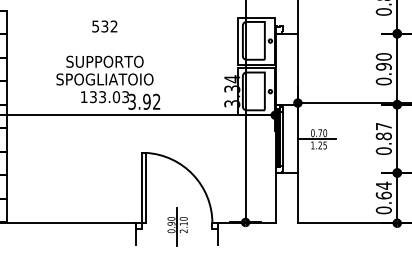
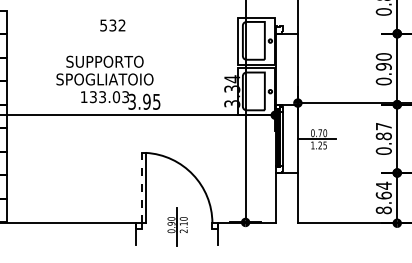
text at (104, 26) position: (104, 26) -> (112, 25)
text at (156, 101): 3.92 -> 3.95
line at (141, 187): solid -> dashed
text at (383, 210): 0.64 -> 8.64
